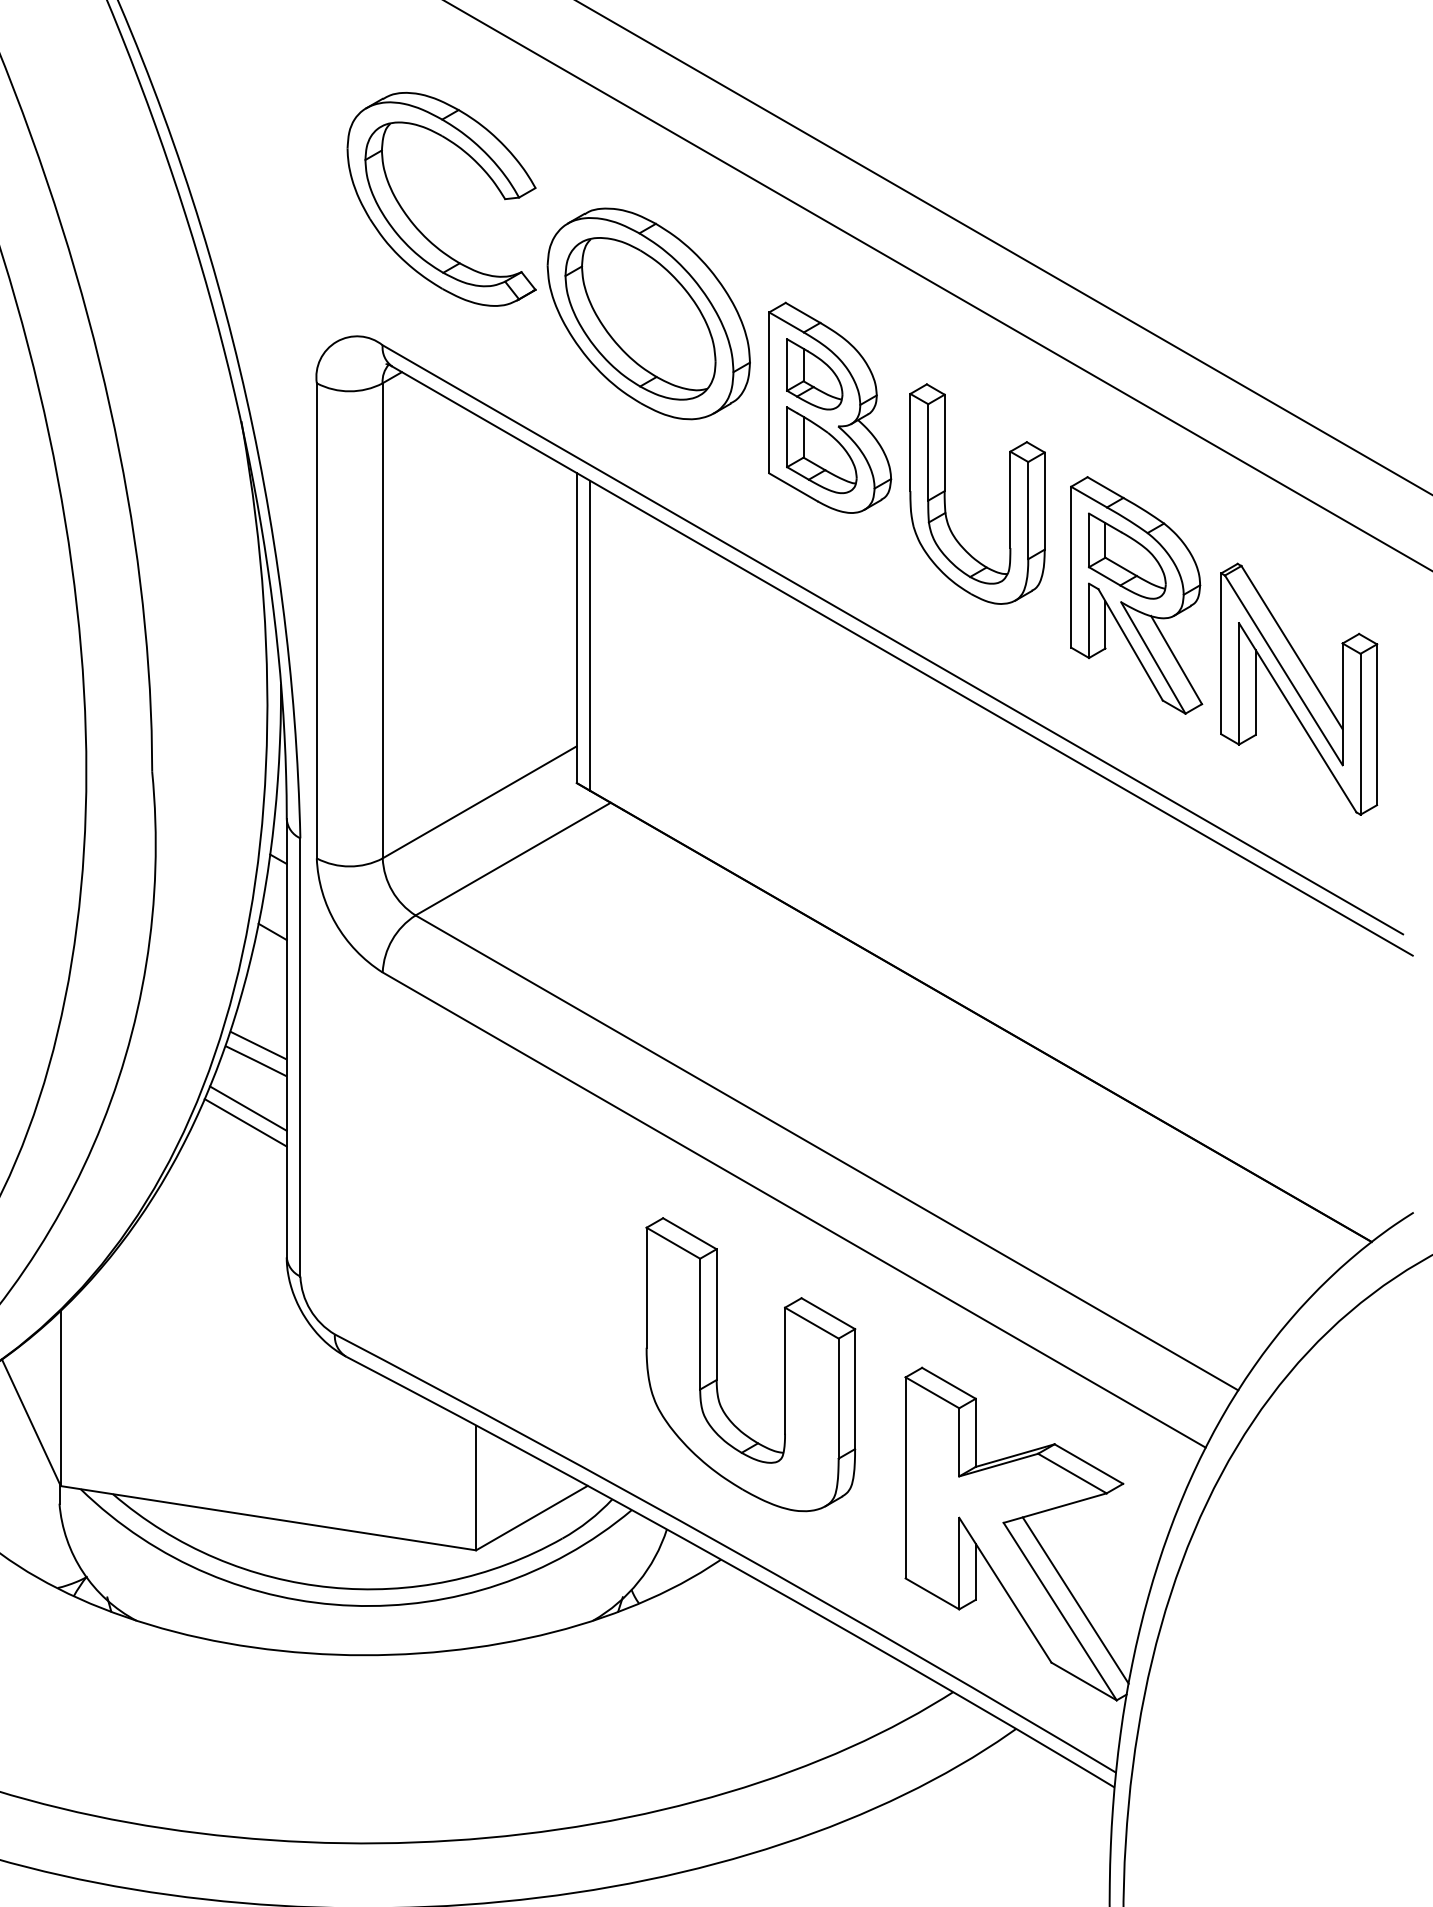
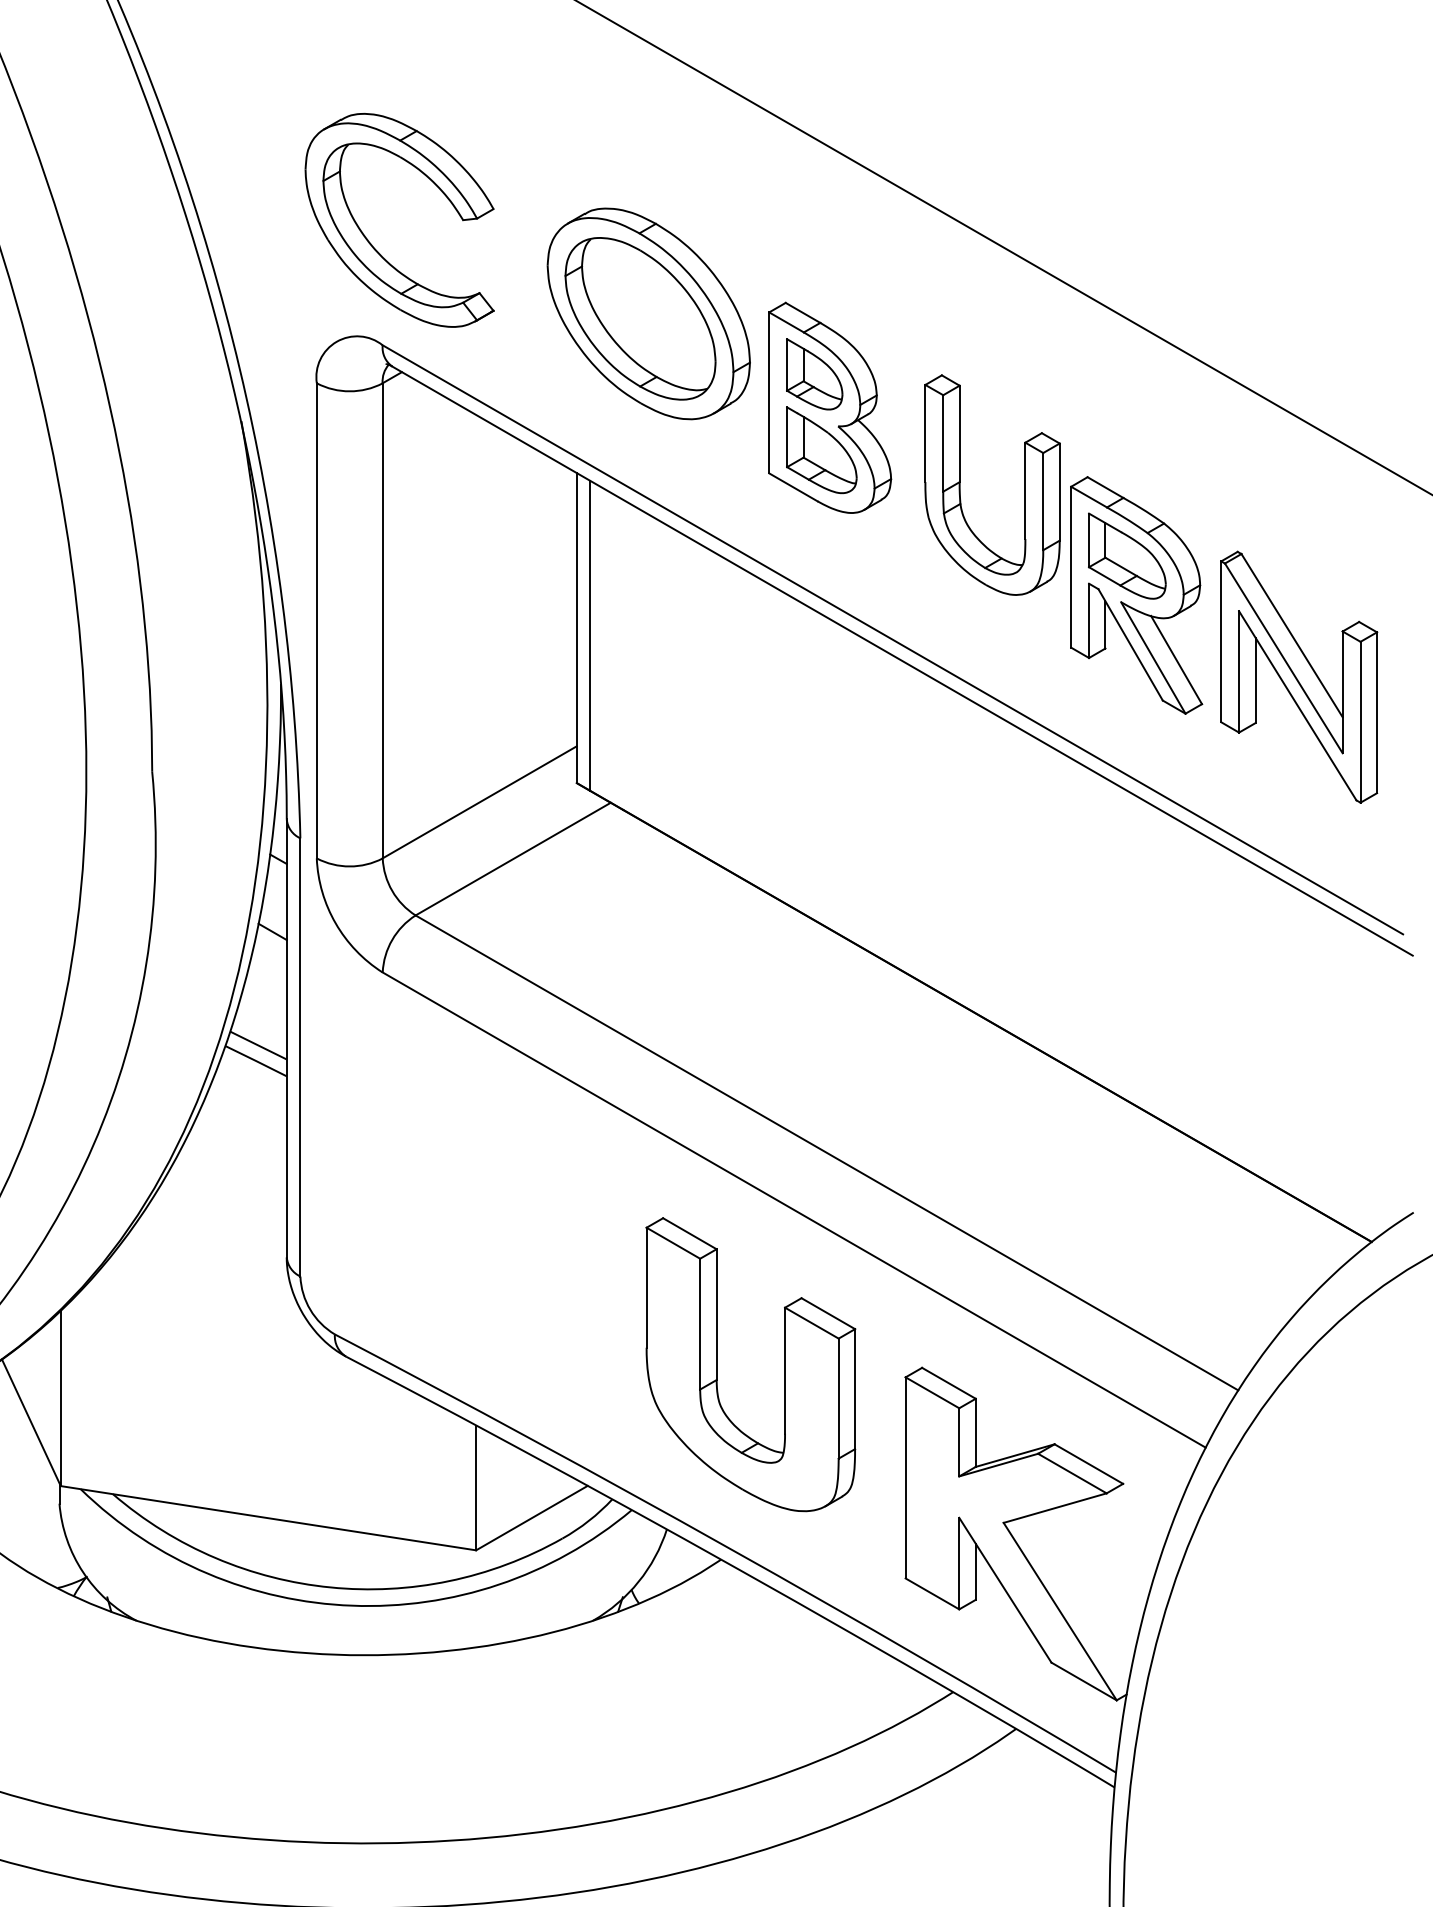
part at (414, 223) position: (414, 223) -> (372, 244)
line at (937, 285): present -> none
part at (945, 493) position: (945, 493) -> (960, 484)
part at (1299, 688) position: (1299, 688) -> (1299, 676)
line at (248, 1108): present -> none
line at (245, 1122): present -> none
line at (1075, 1600): present -> none
